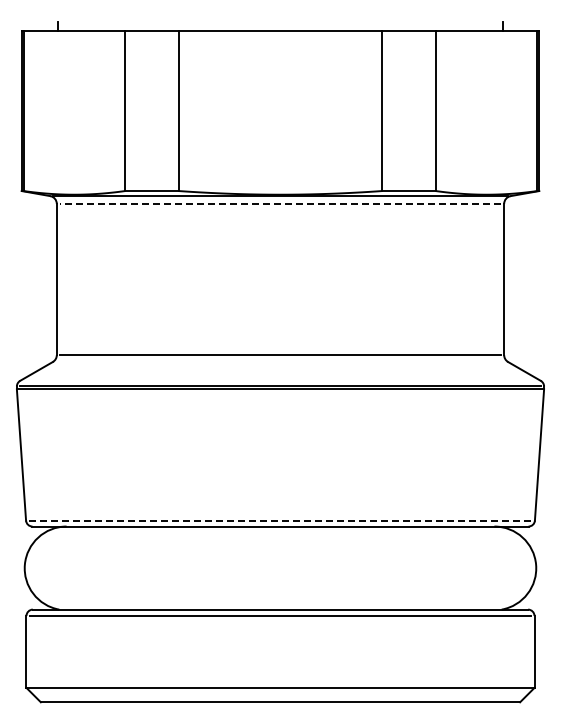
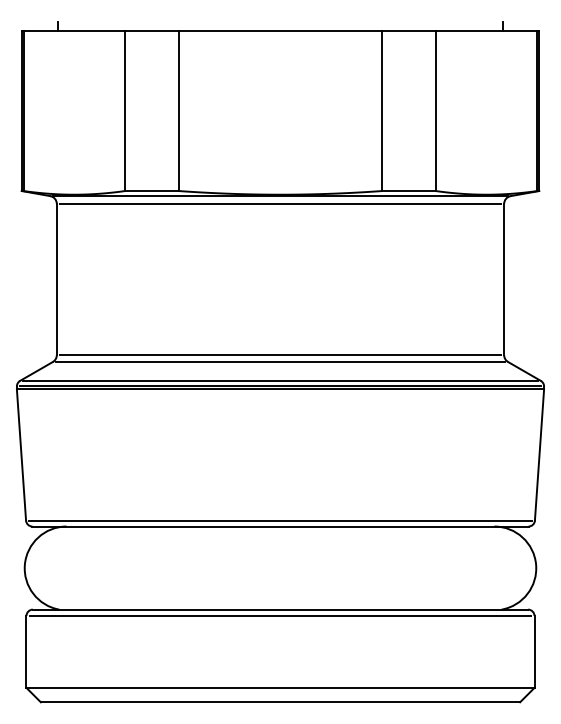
line at (280, 203): dashed -> solid
line at (280, 362): none -> present
line at (280, 380): none -> present
line at (280, 520): dashed -> solid
